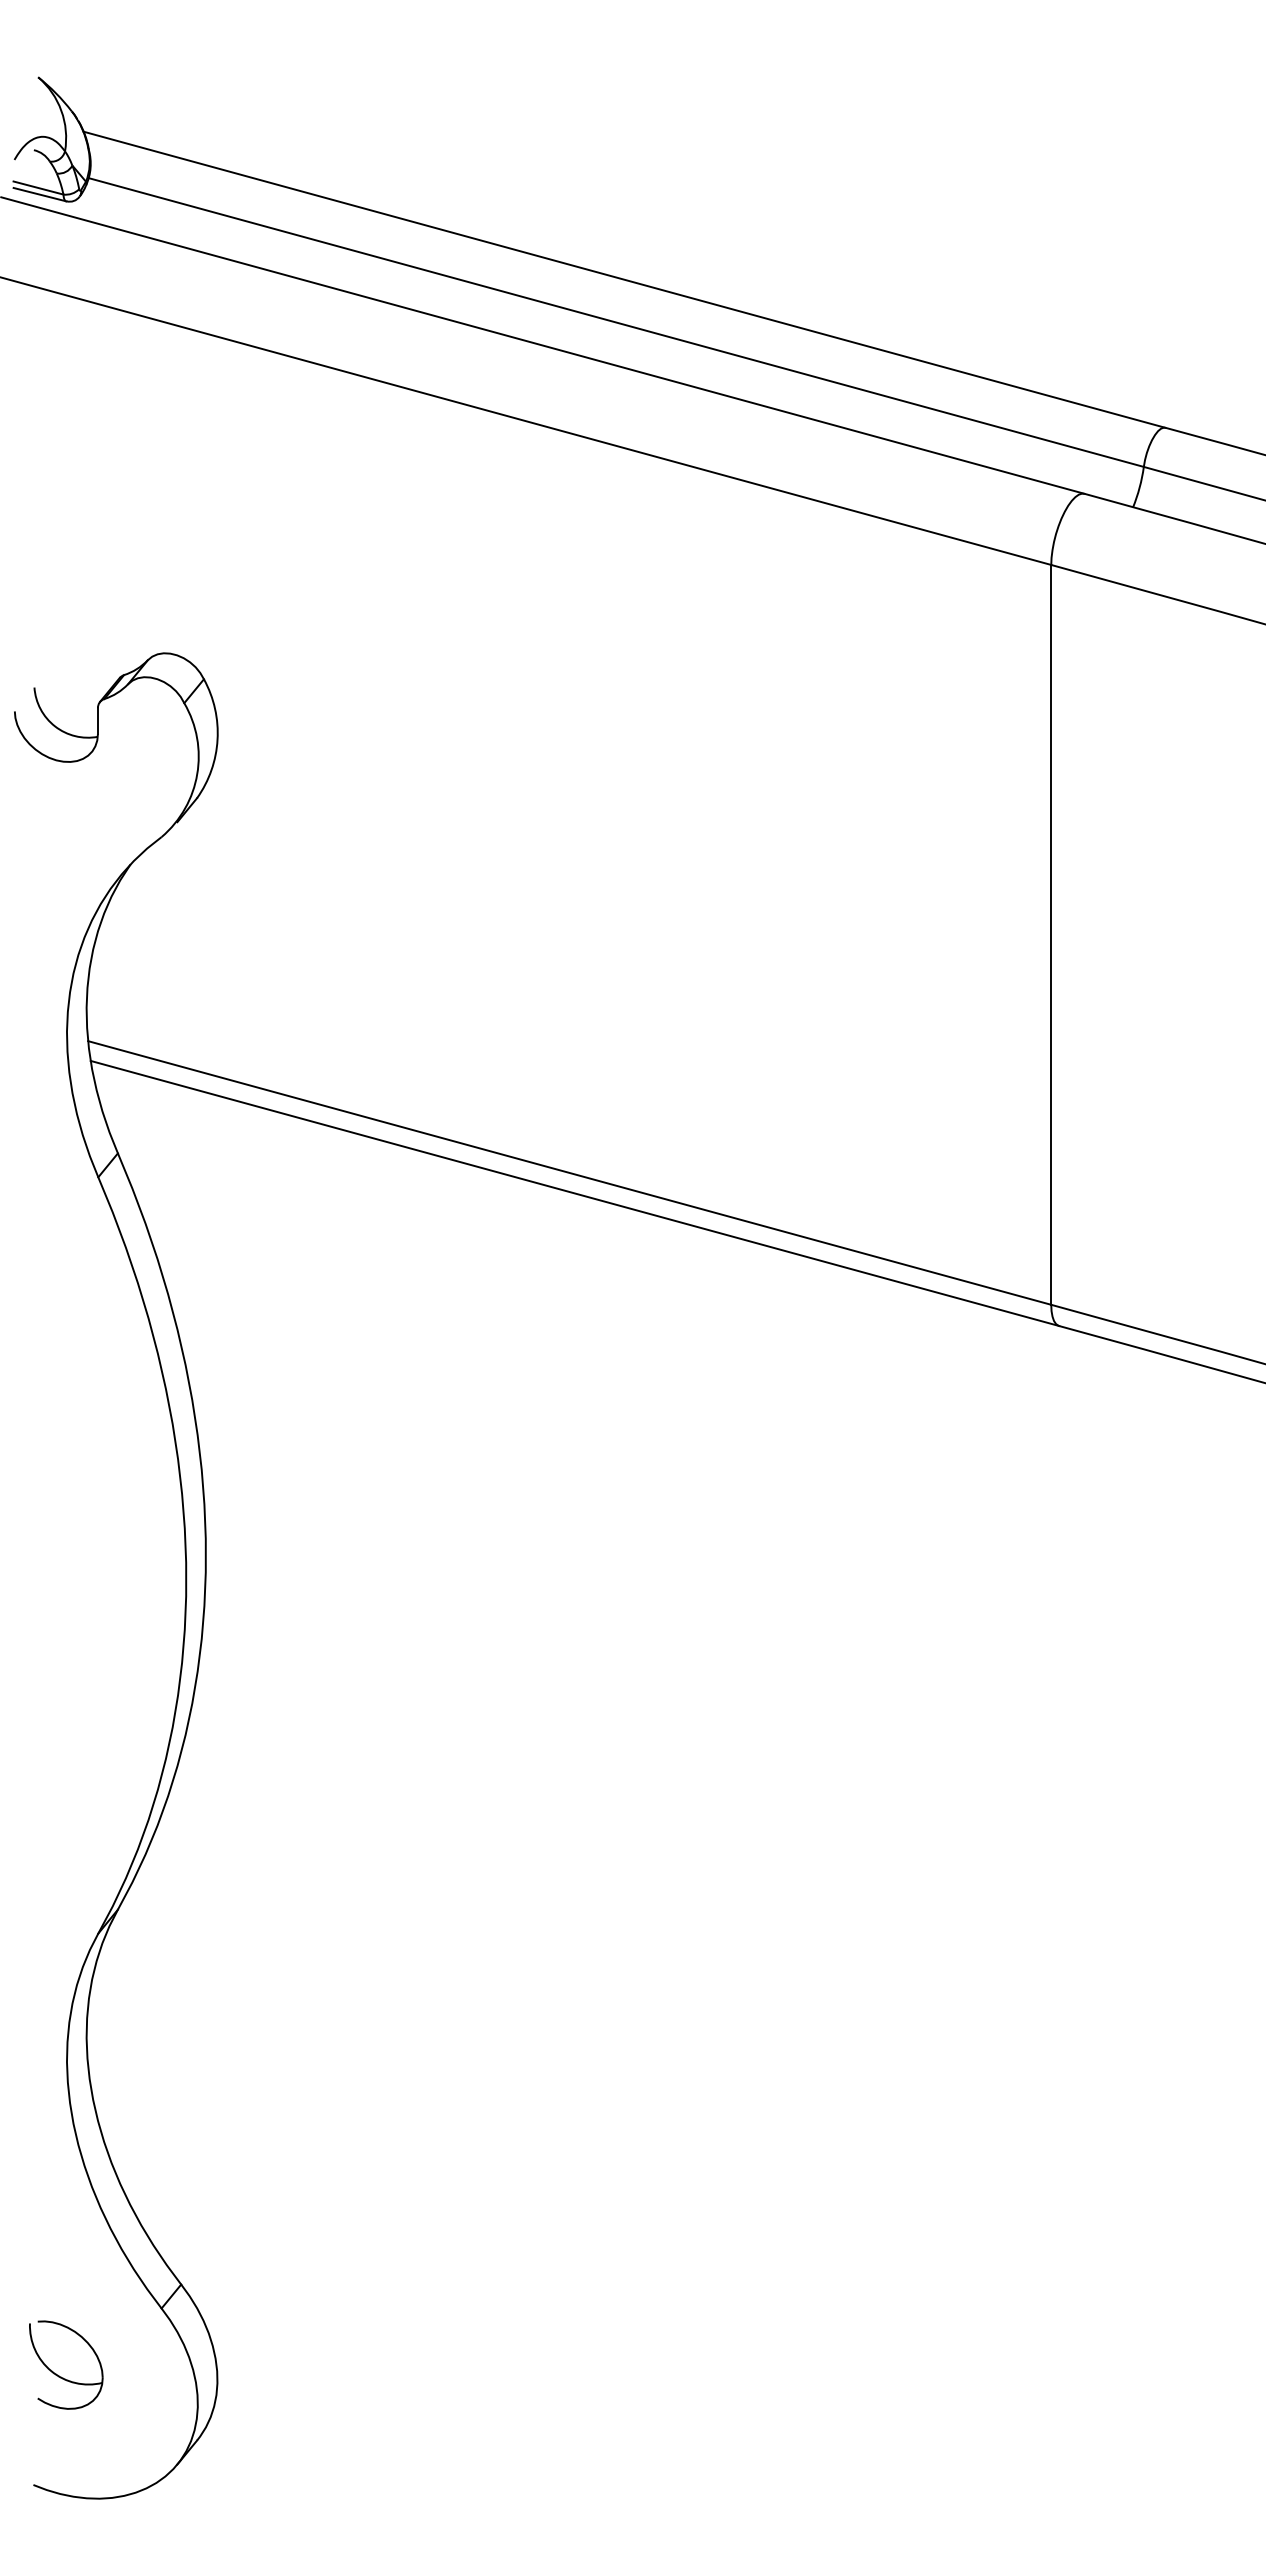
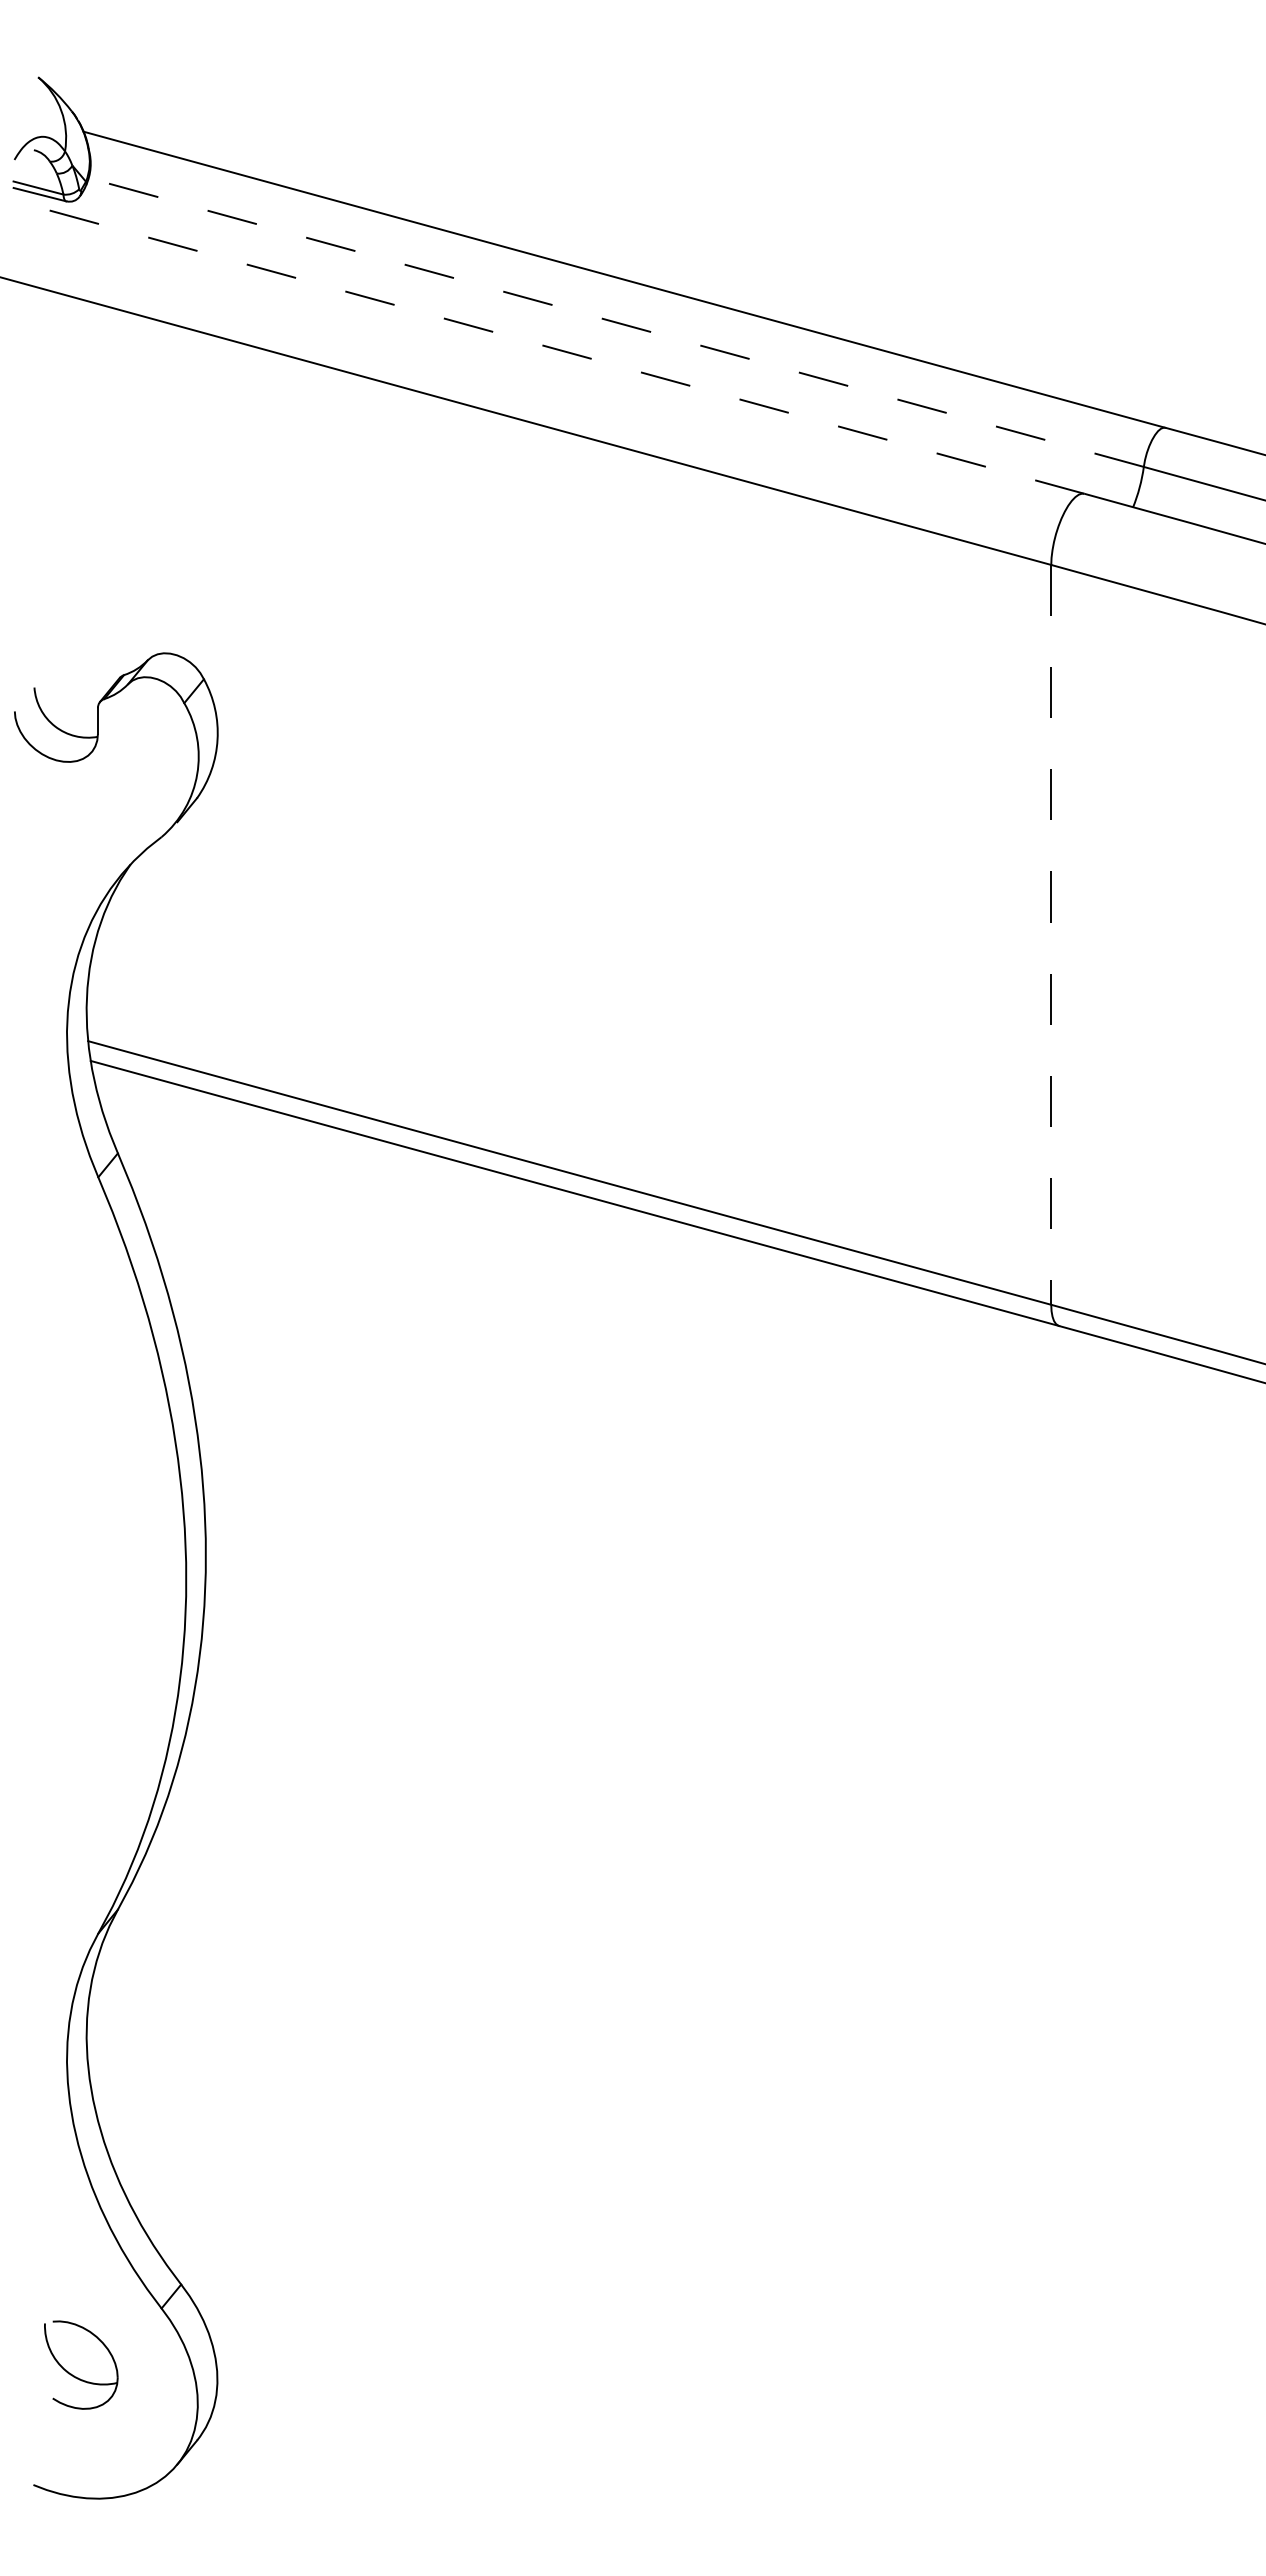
line at (616, 322): solid -> dashed
line at (542, 345): solid -> dashed
line at (1051, 934): solid -> dashed
part at (61, 2376) position: (61, 2376) -> (76, 2376)
